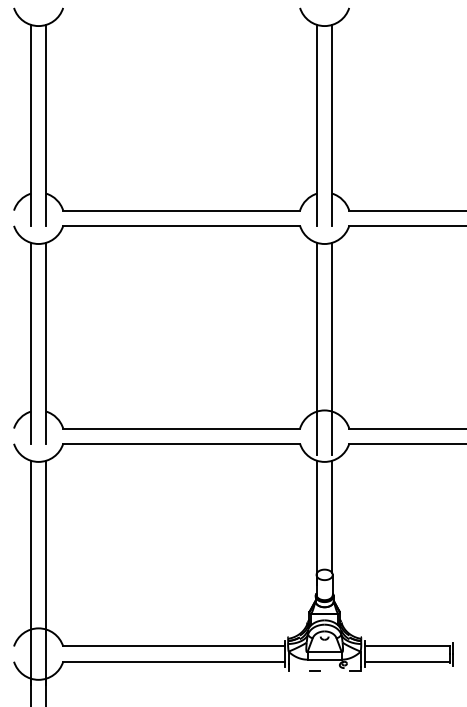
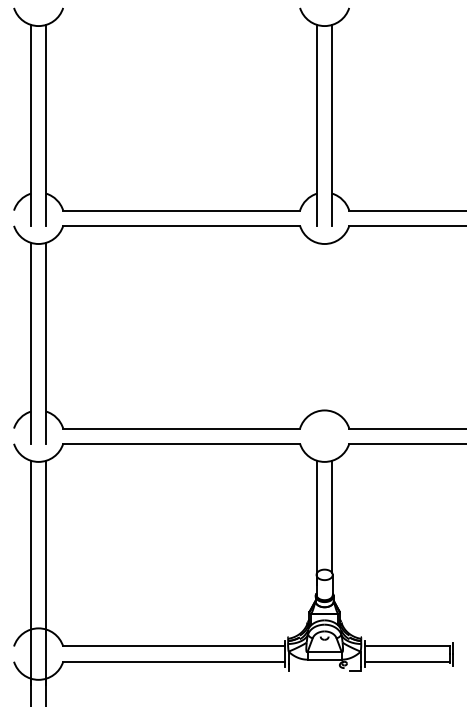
line at (317, 348): present -> none
line at (332, 348): present -> none
line at (314, 670): present -> none
